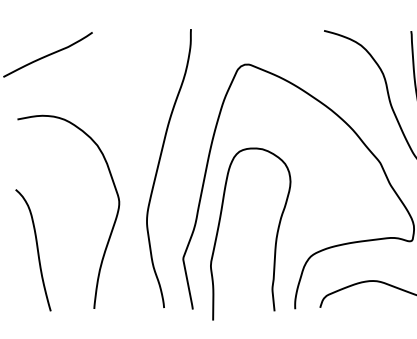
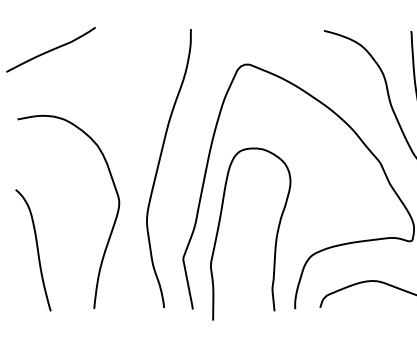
curve at (47, 54) position: (47, 54) -> (50, 49)
